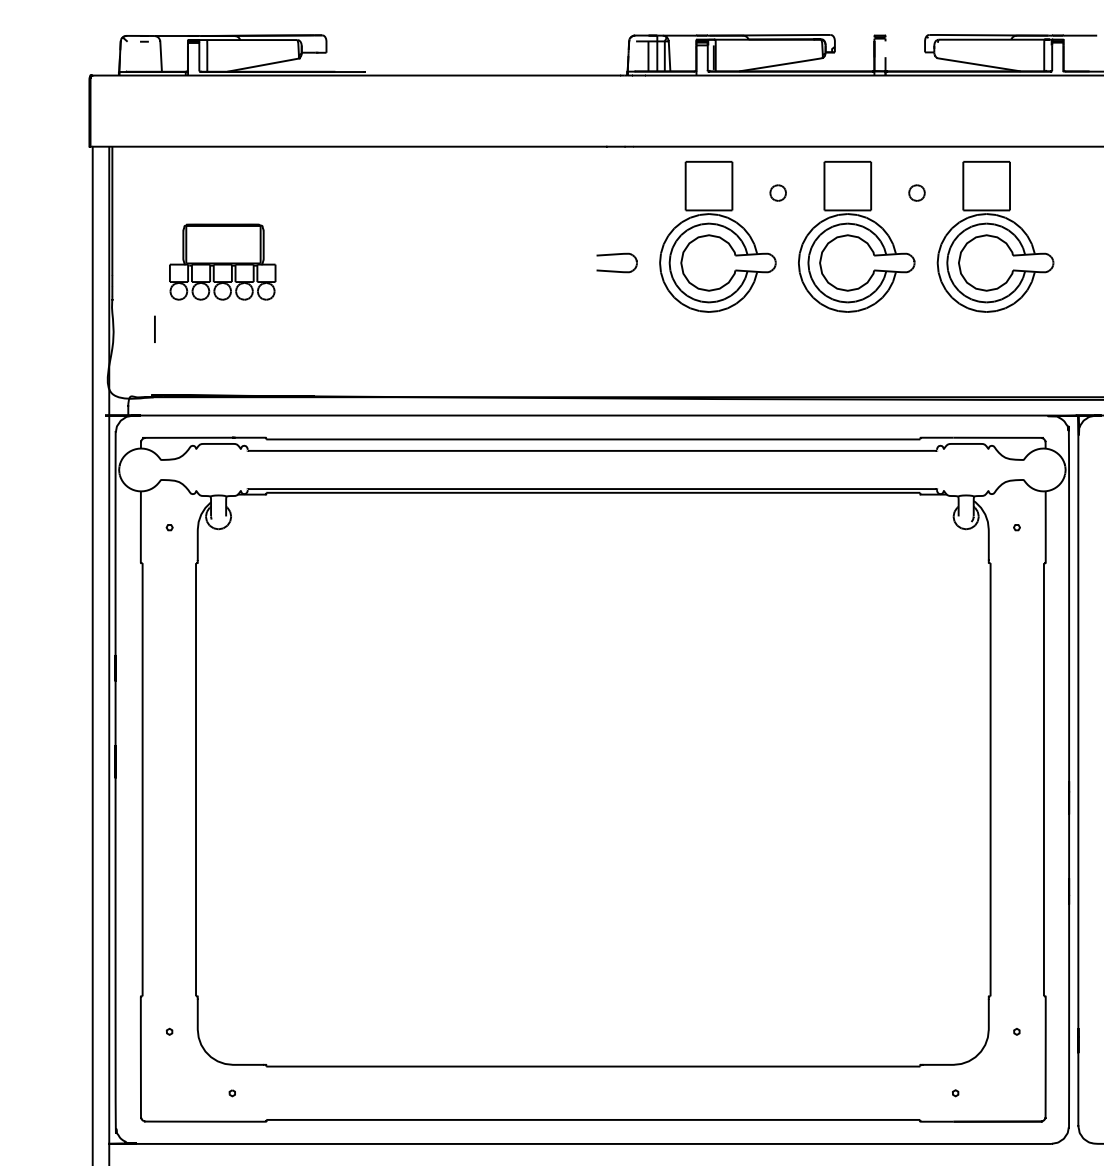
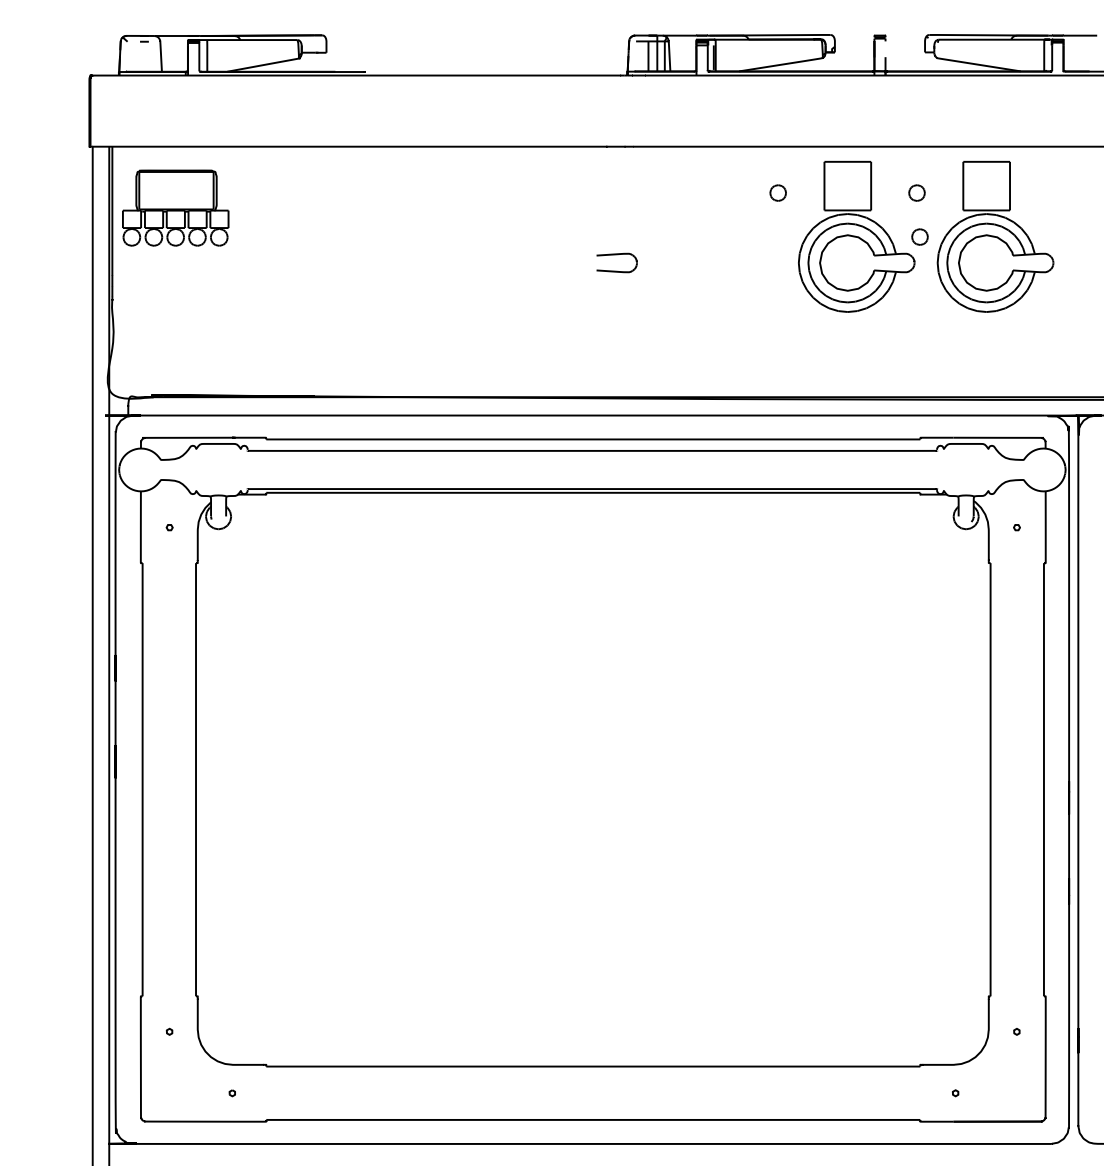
part at (717, 236): present -> none
part at (919, 236): none -> present
part at (222, 261) position: (222, 261) -> (175, 207)
line at (154, 328): present -> none
